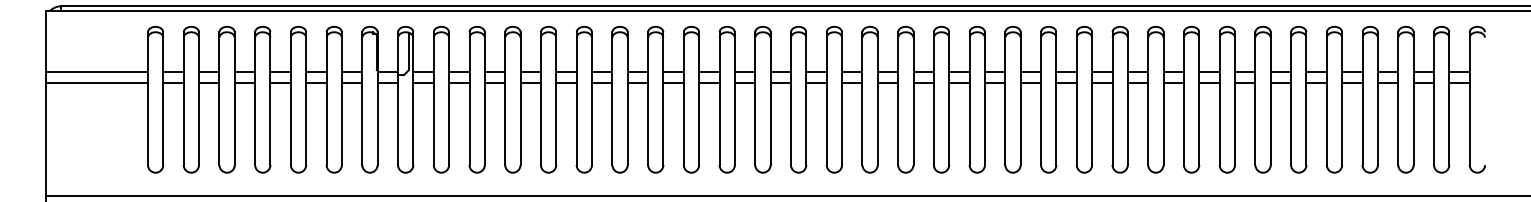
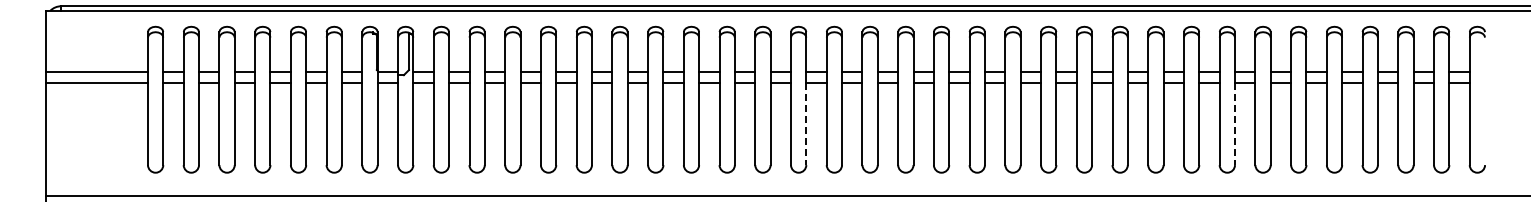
line at (806, 124): solid -> dashed
line at (1235, 124): solid -> dashed
